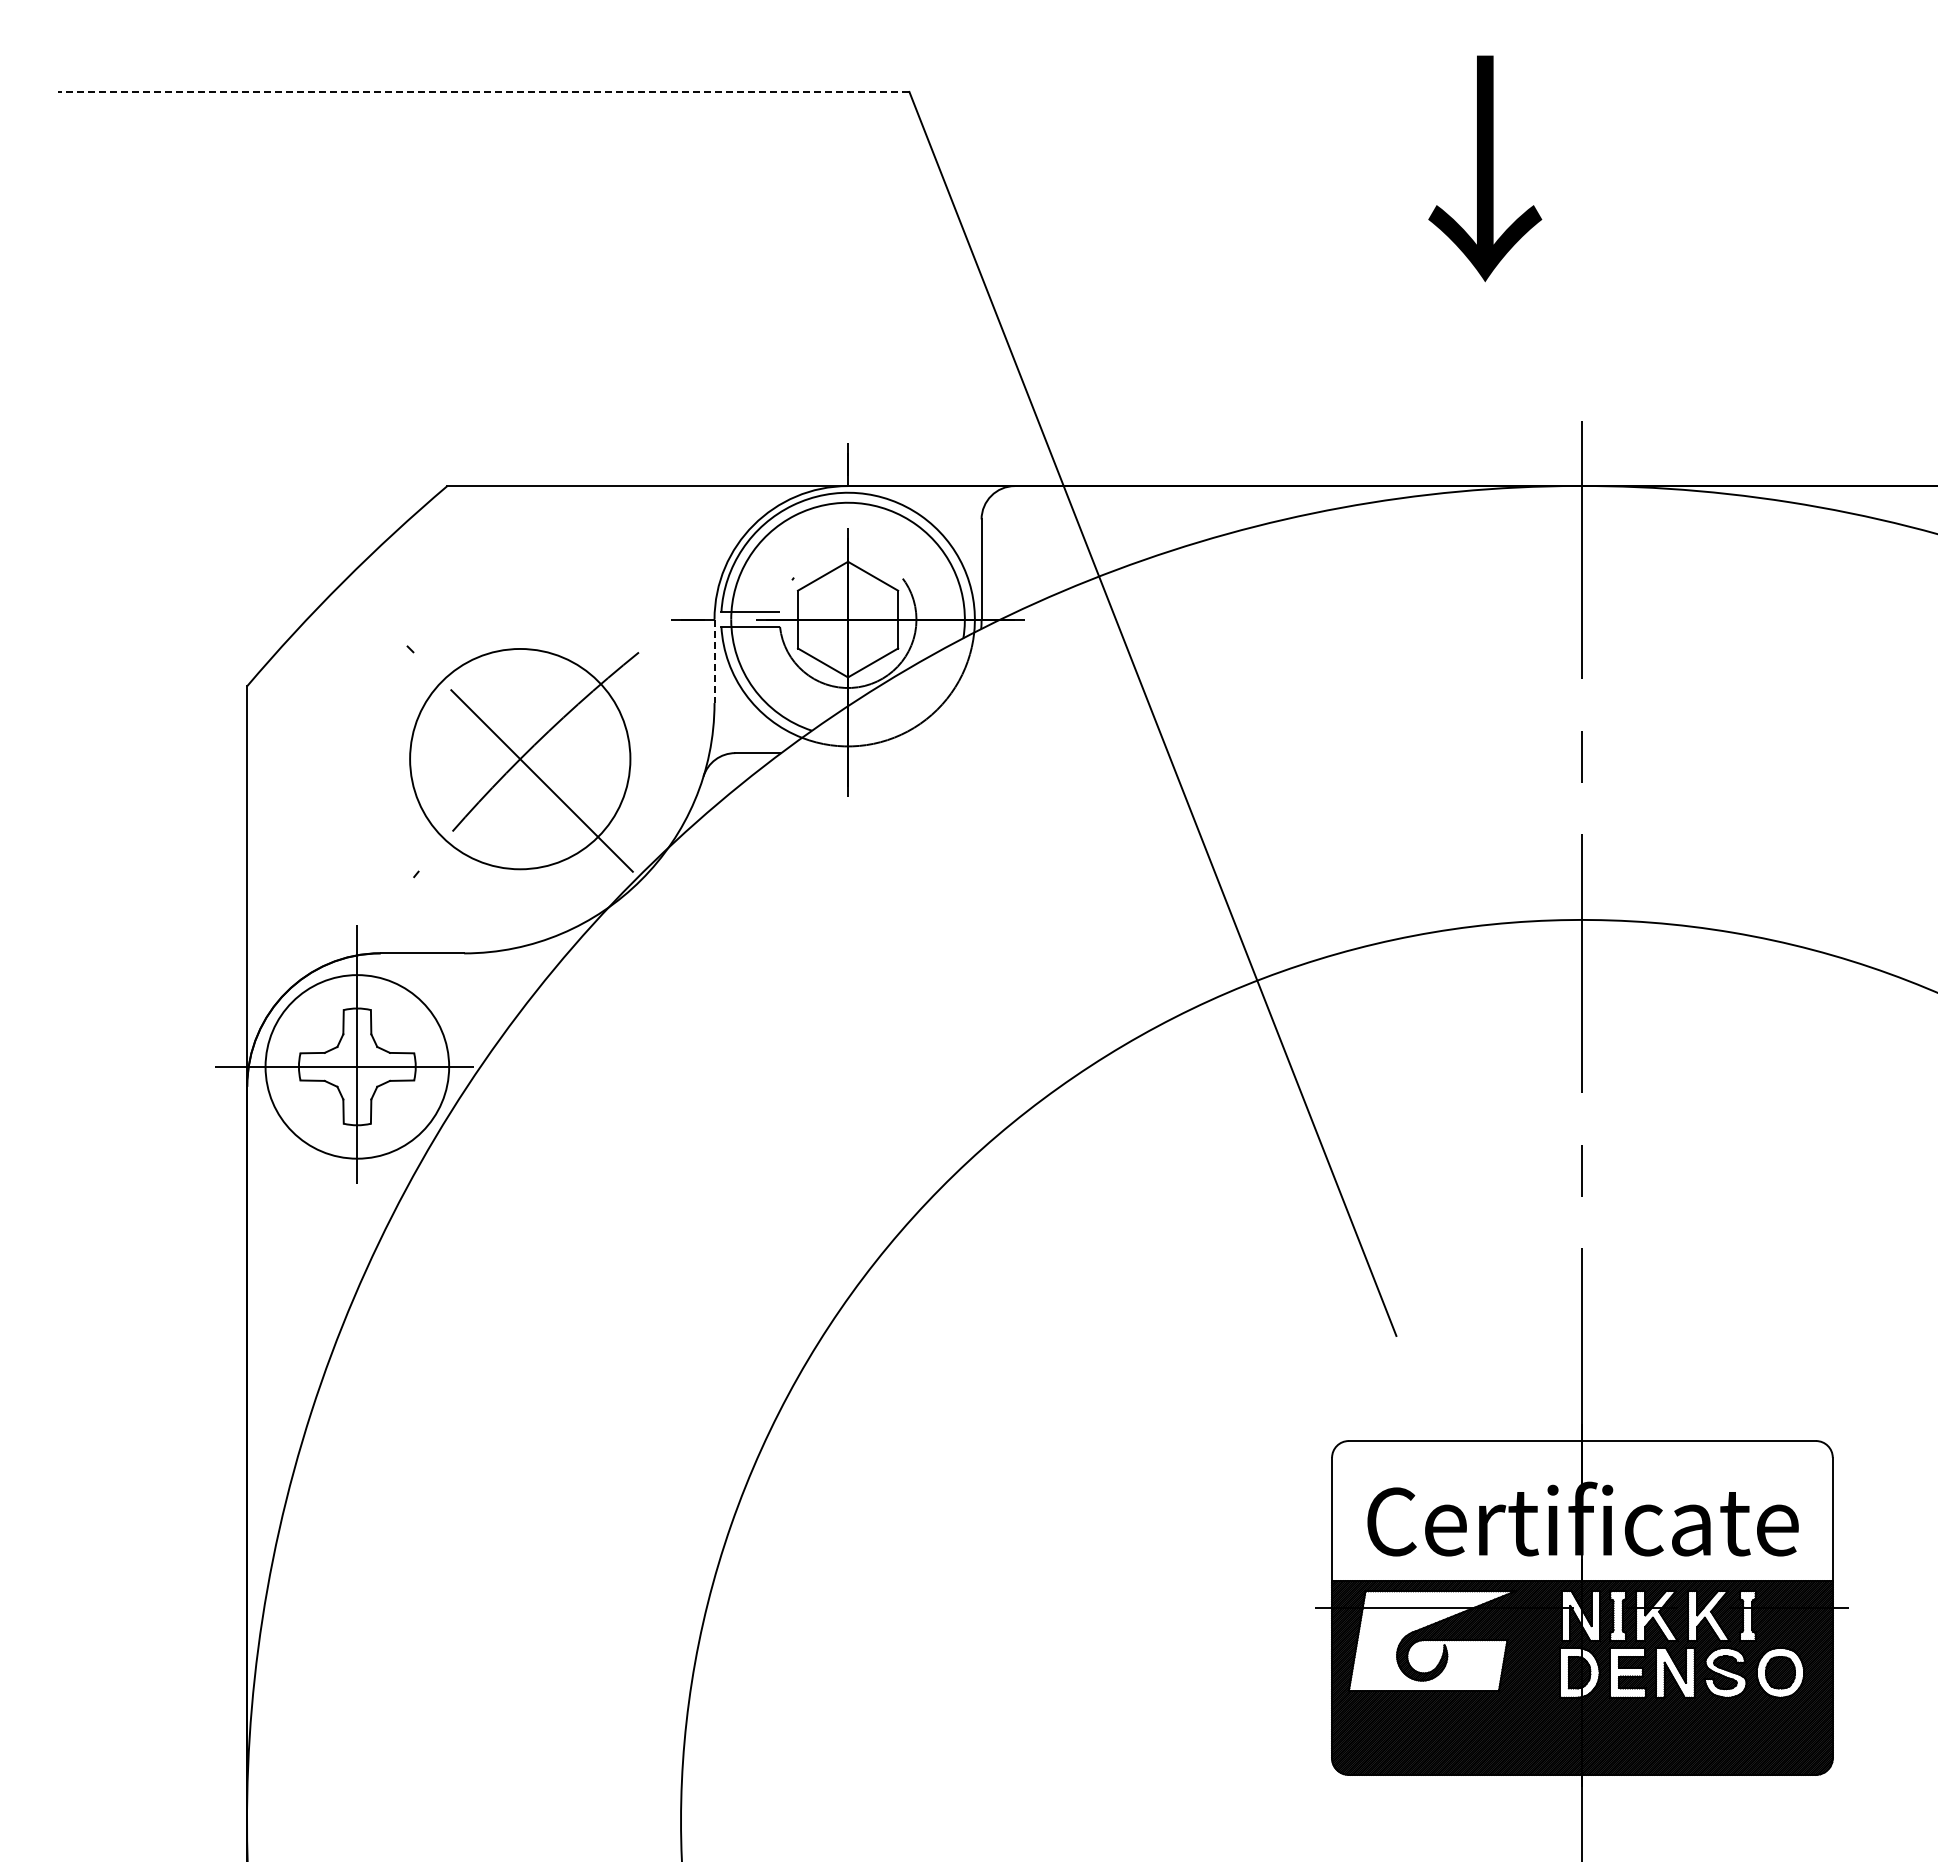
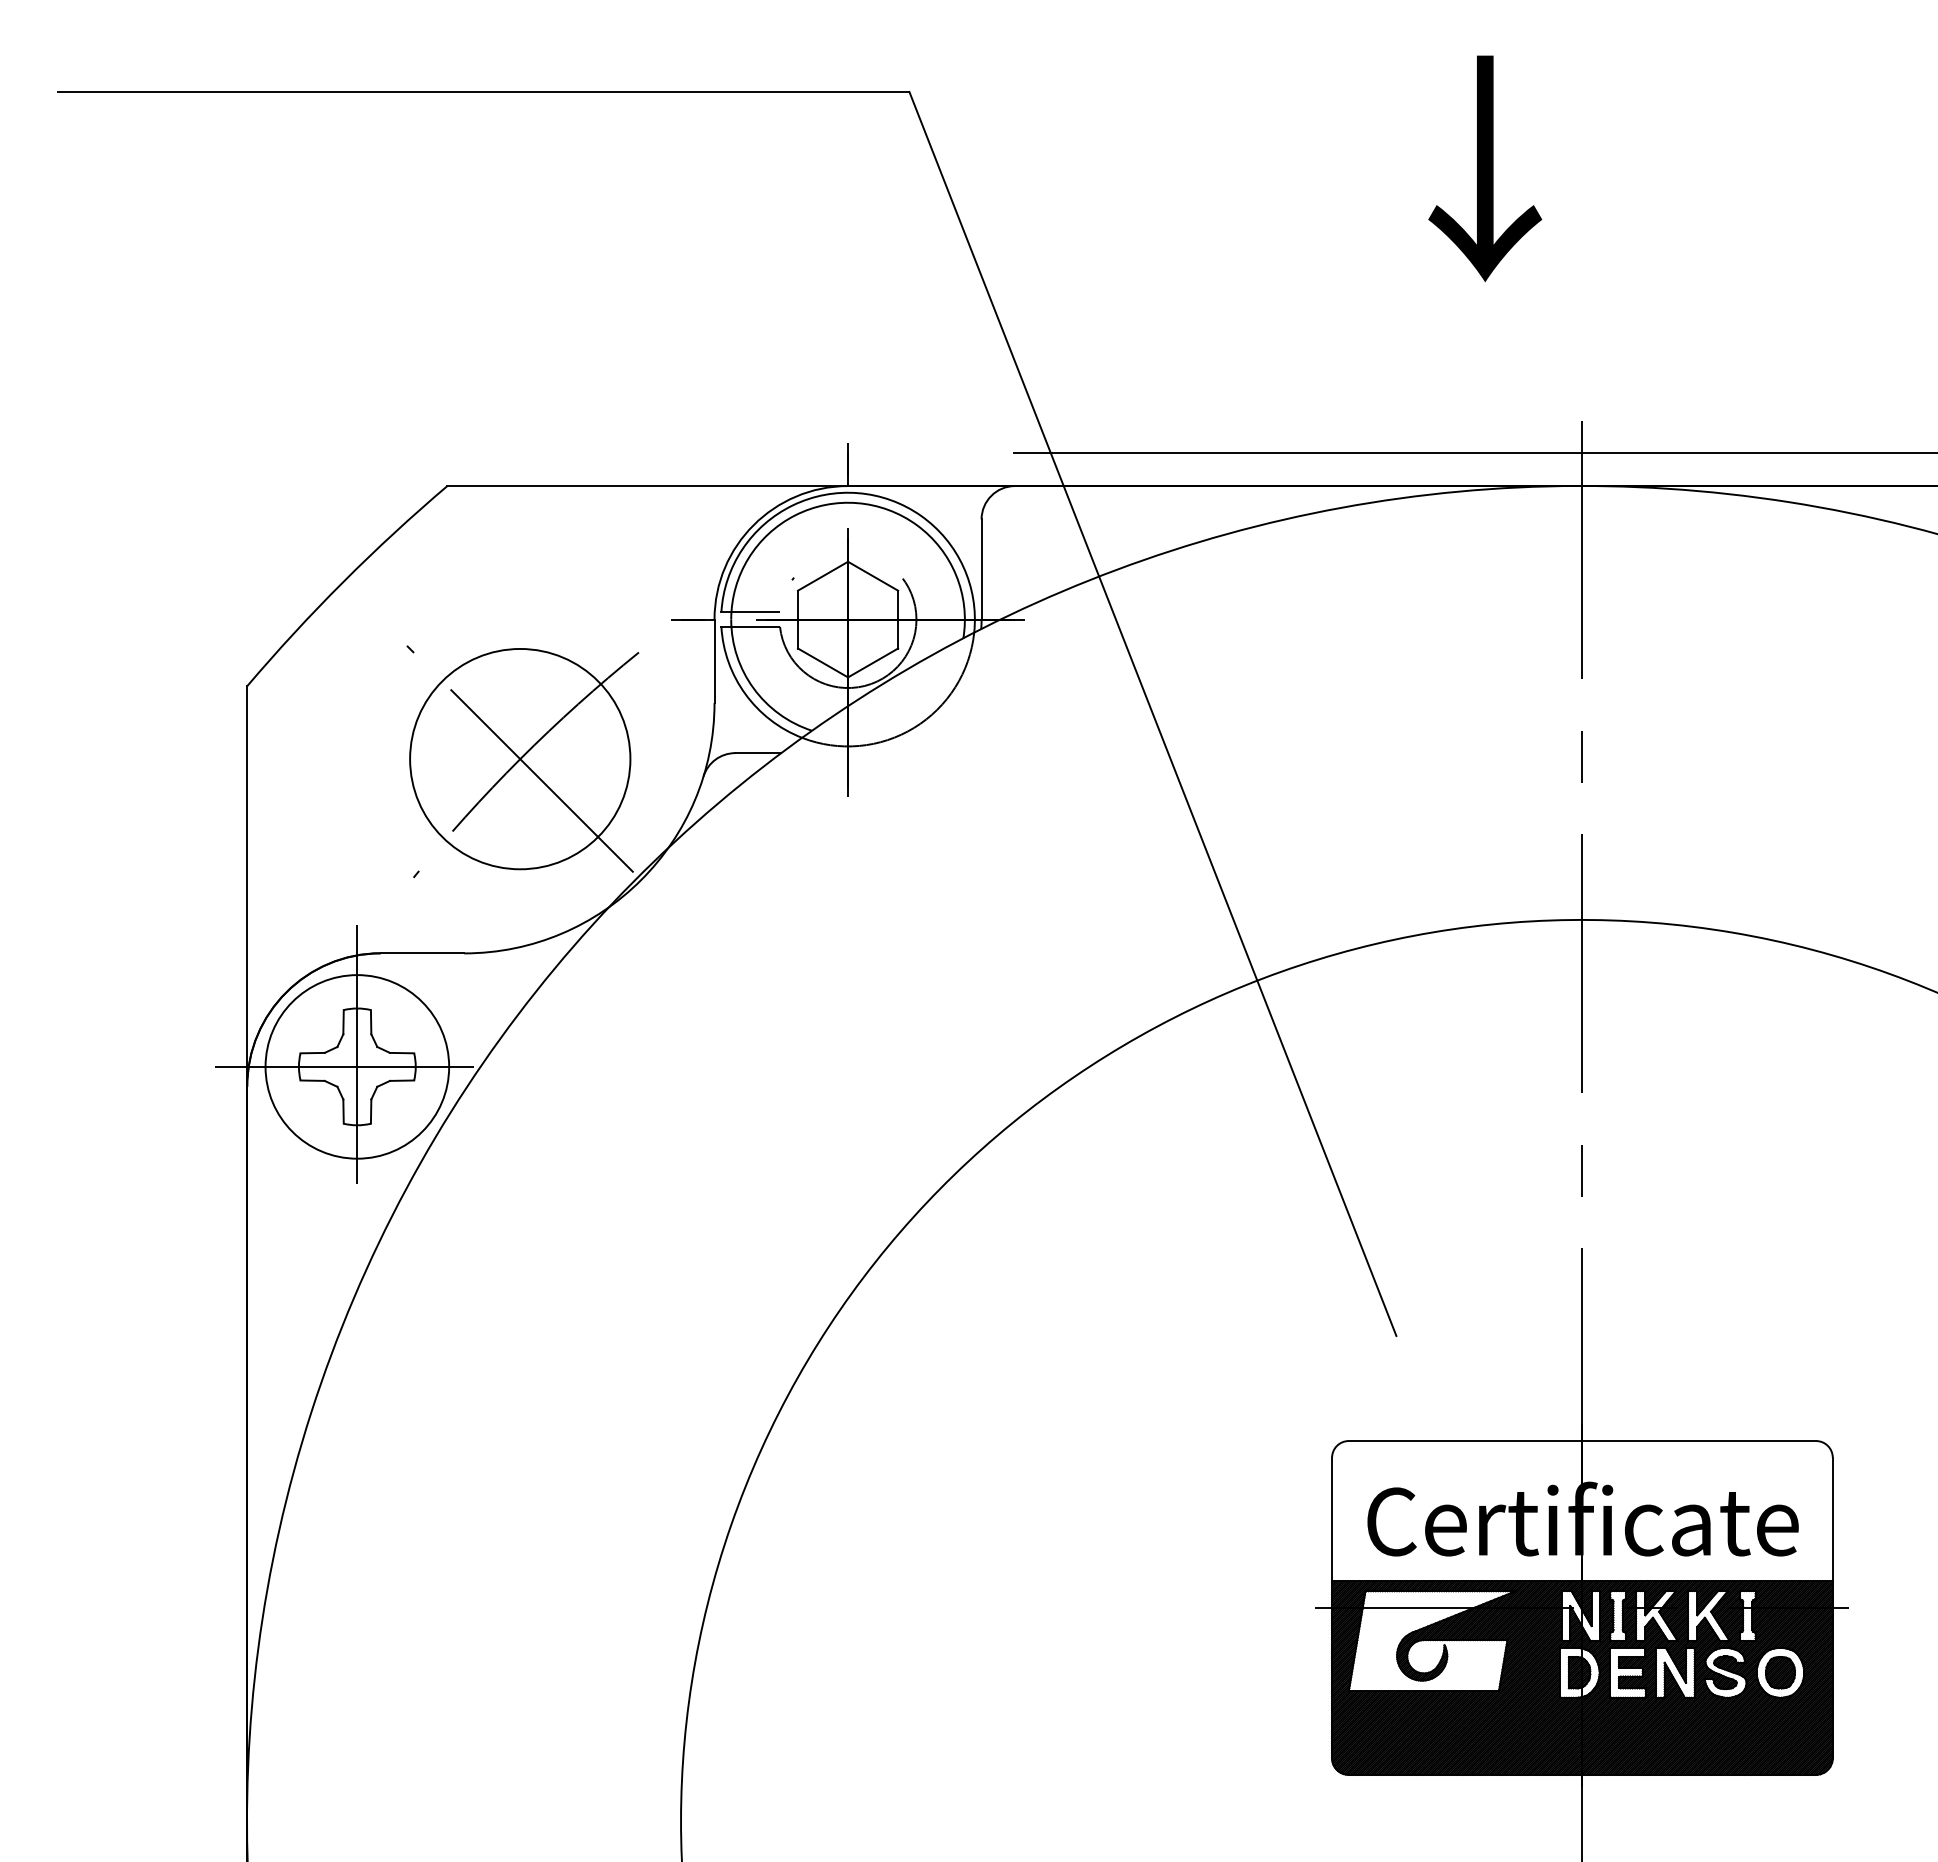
line at (483, 91): dashed -> solid
line at (1474, 452): none -> present
line at (714, 661): dashed -> solid
